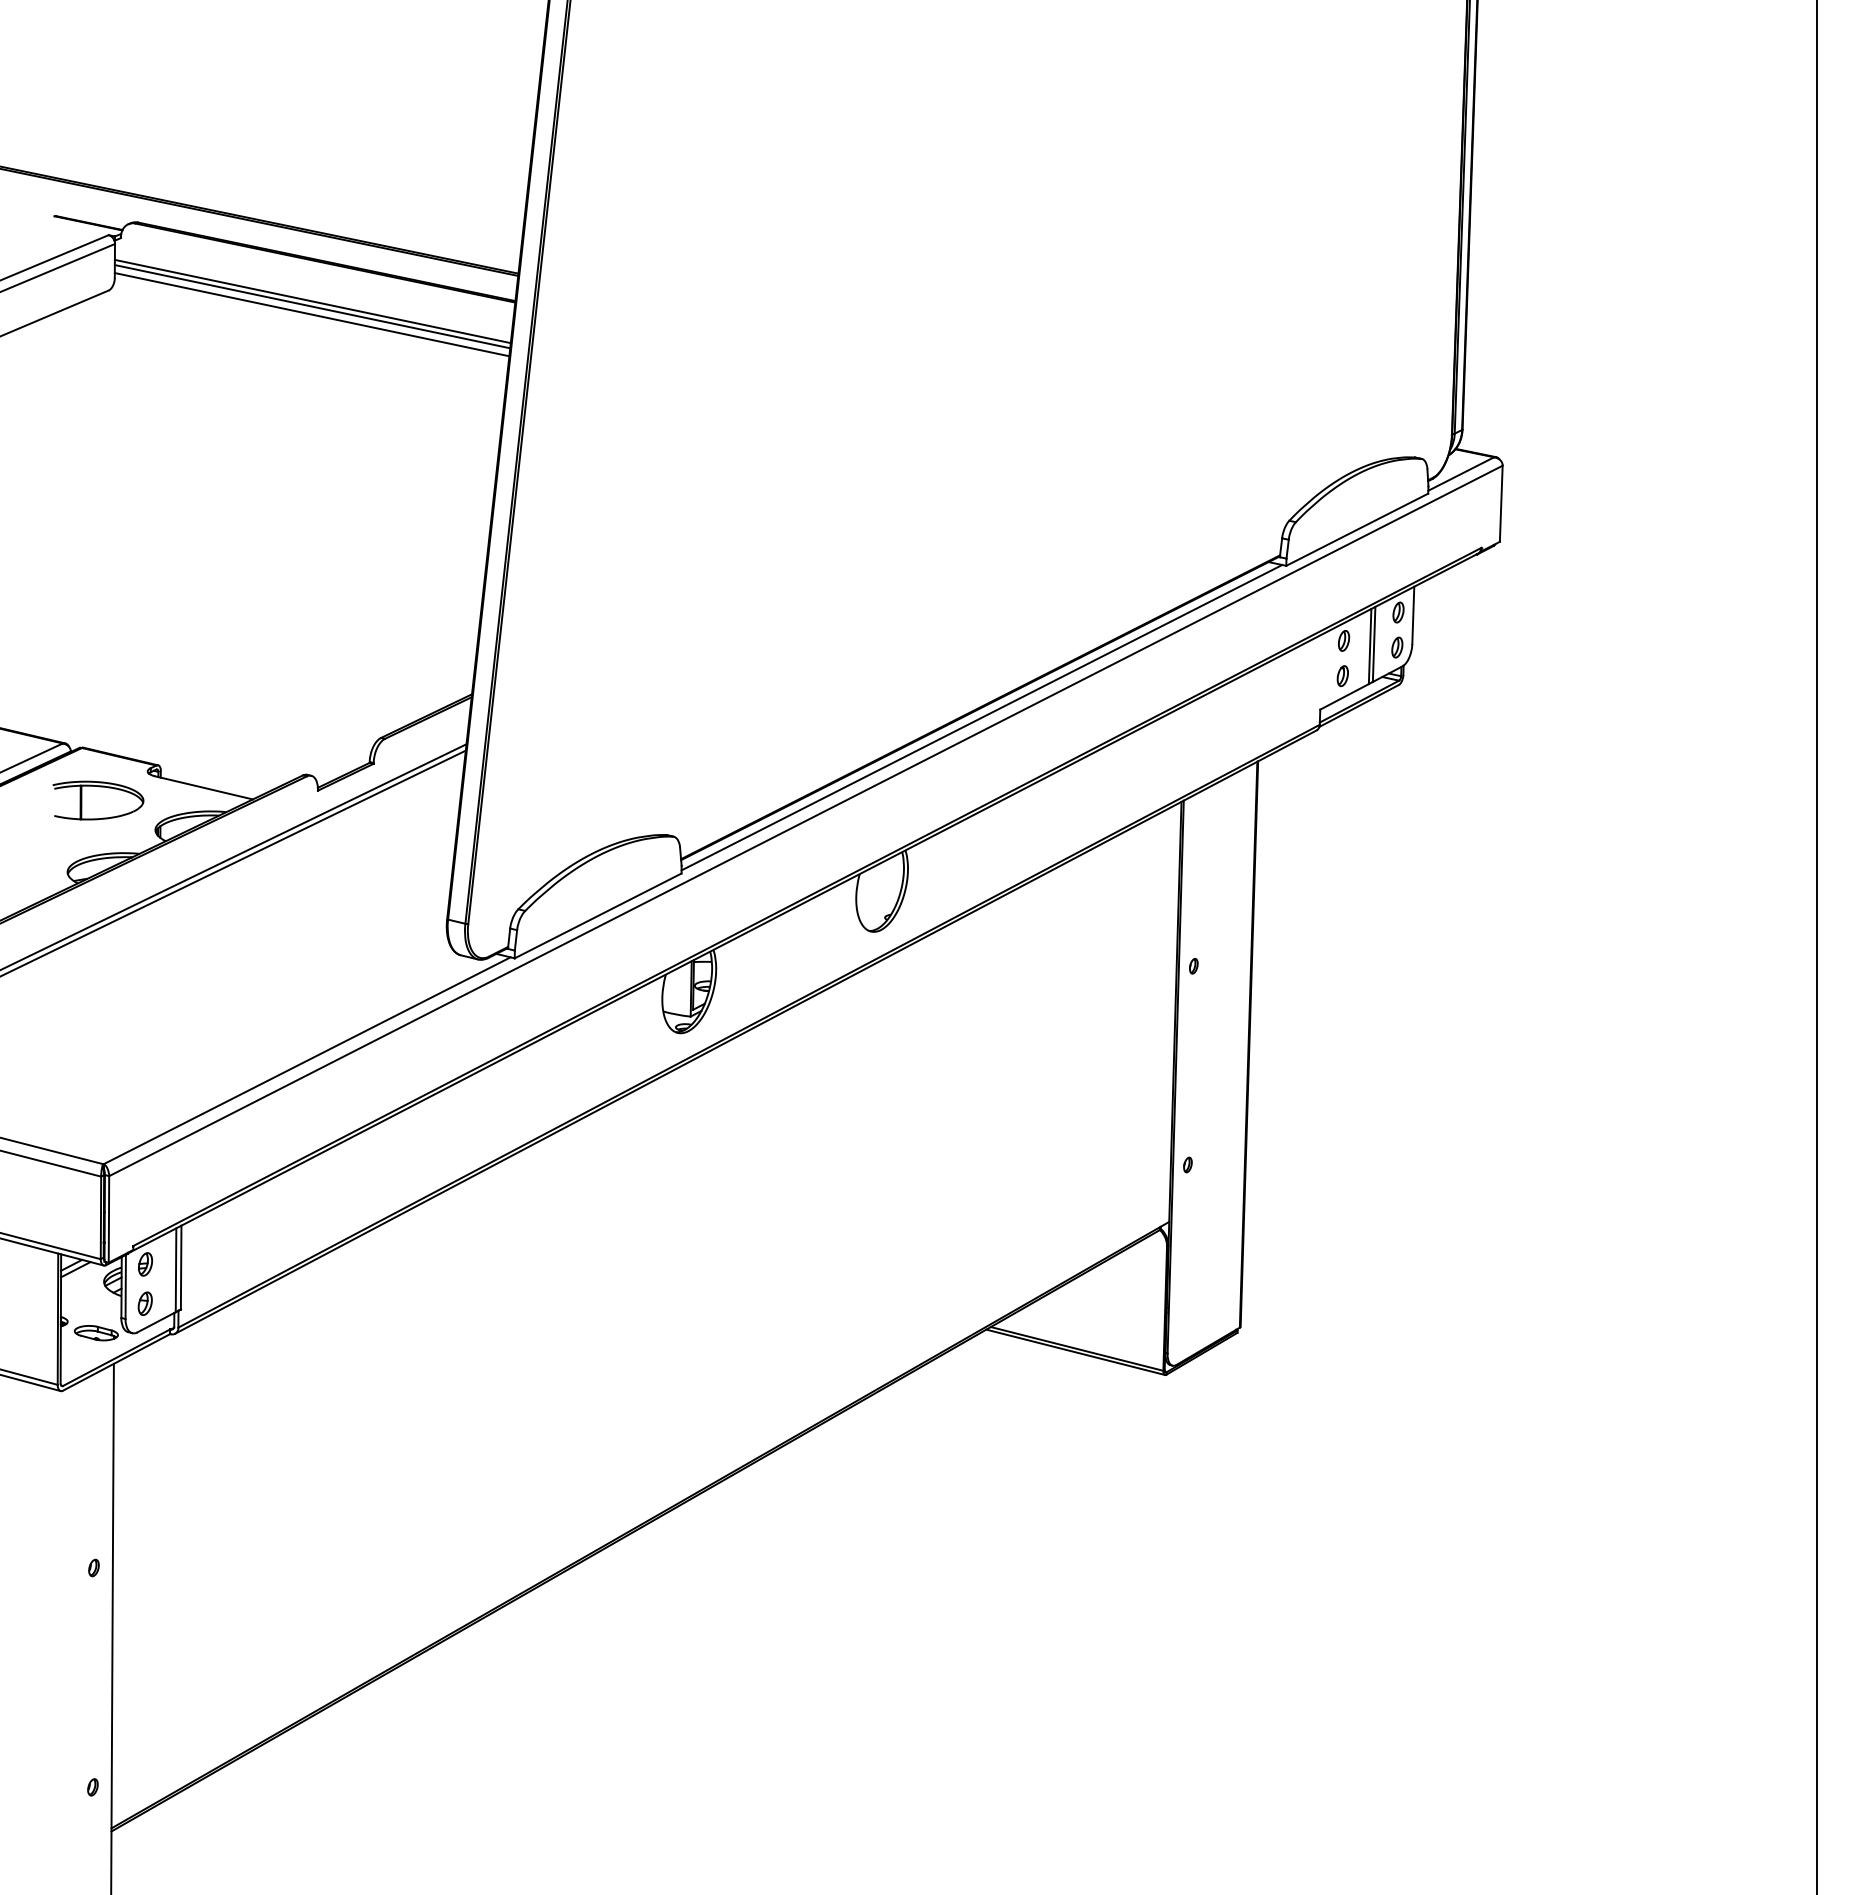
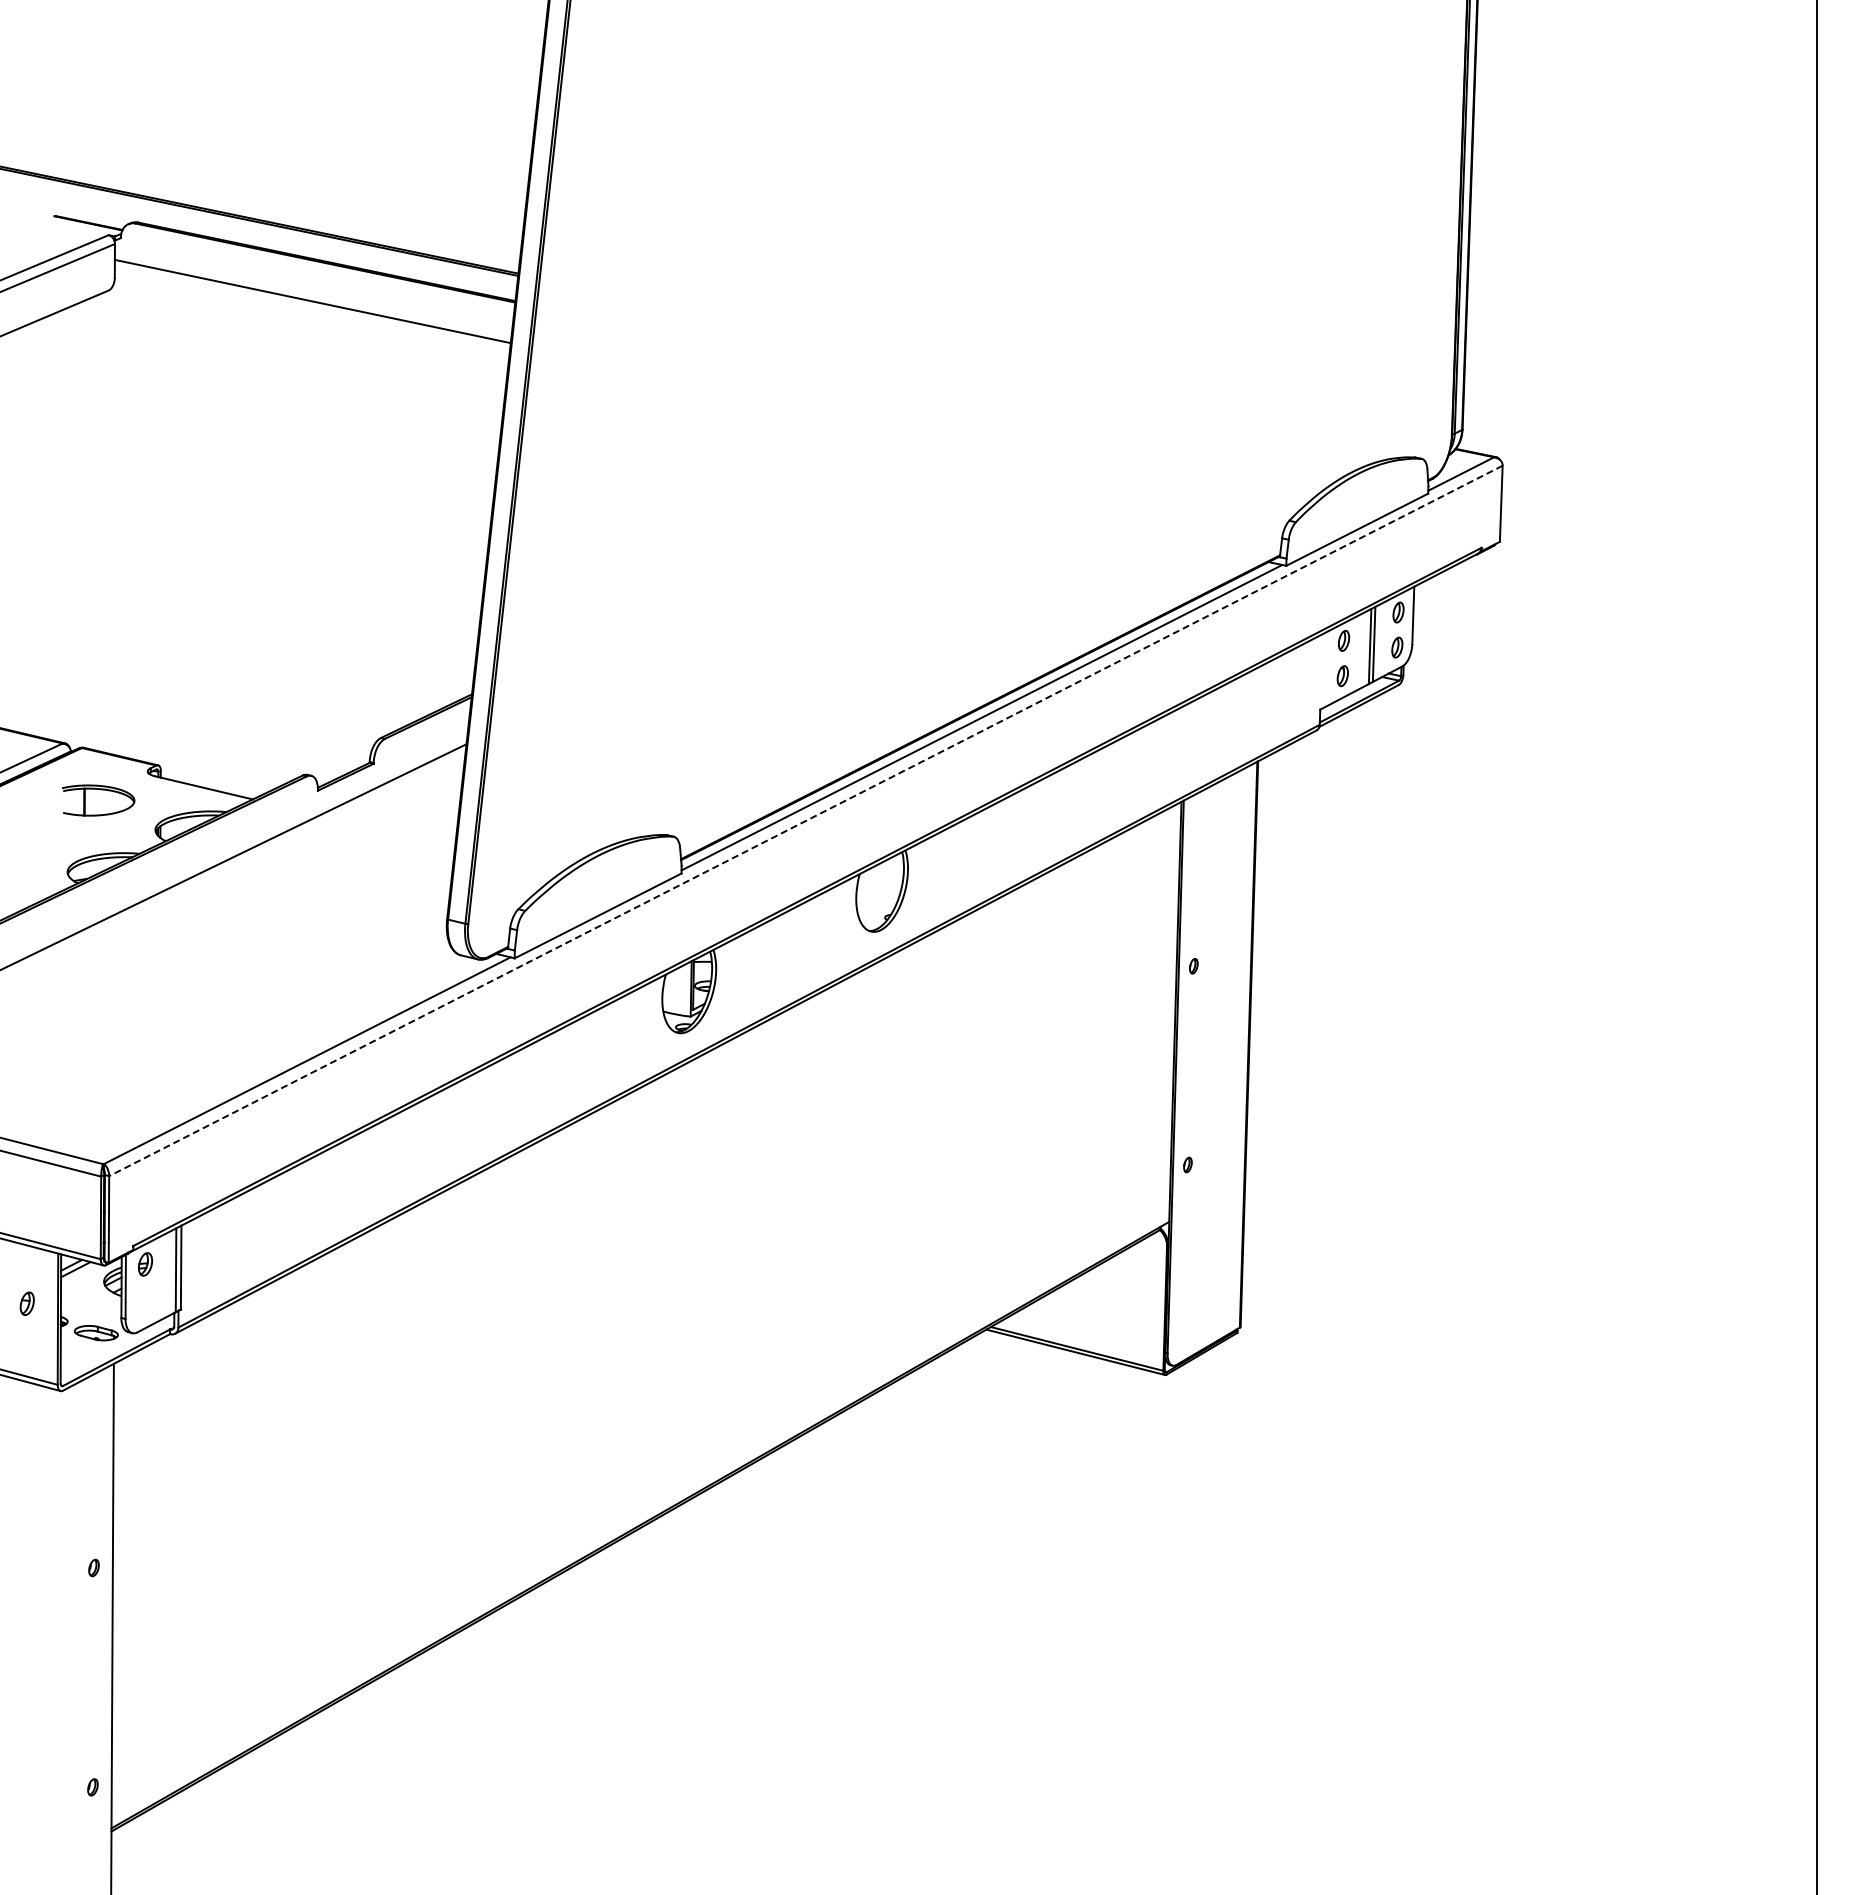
line at (312, 306): present -> none
line at (311, 314): present -> none
part at (98, 800) size: 93x41 px -> 75x33 px
line at (805, 821): solid -> dashed
line at (233, 862): present -> none
part at (144, 1303) position: (144, 1303) -> (26, 1303)
